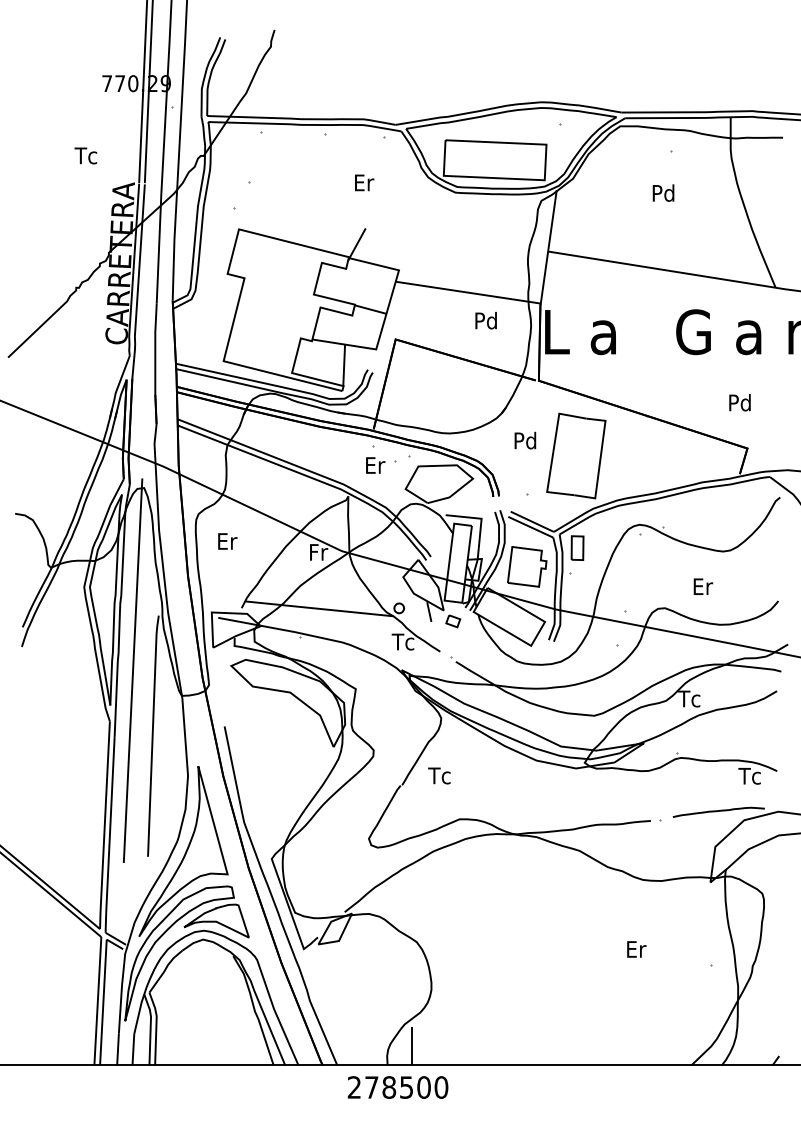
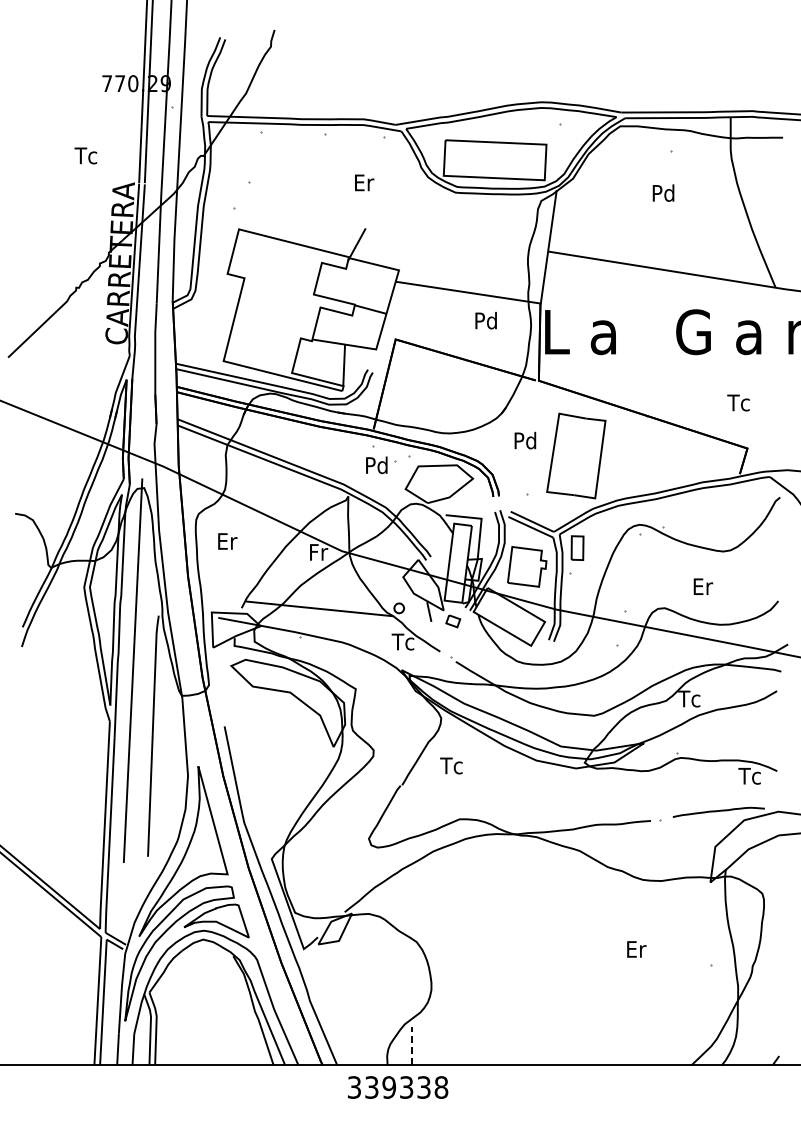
text at (738, 402): Pd -> Tc
text at (377, 465): Er -> Pd
text at (439, 775) position: (439, 775) -> (451, 765)
line at (412, 1045): solid -> dashed
text at (398, 1087): 278500 -> 339338
